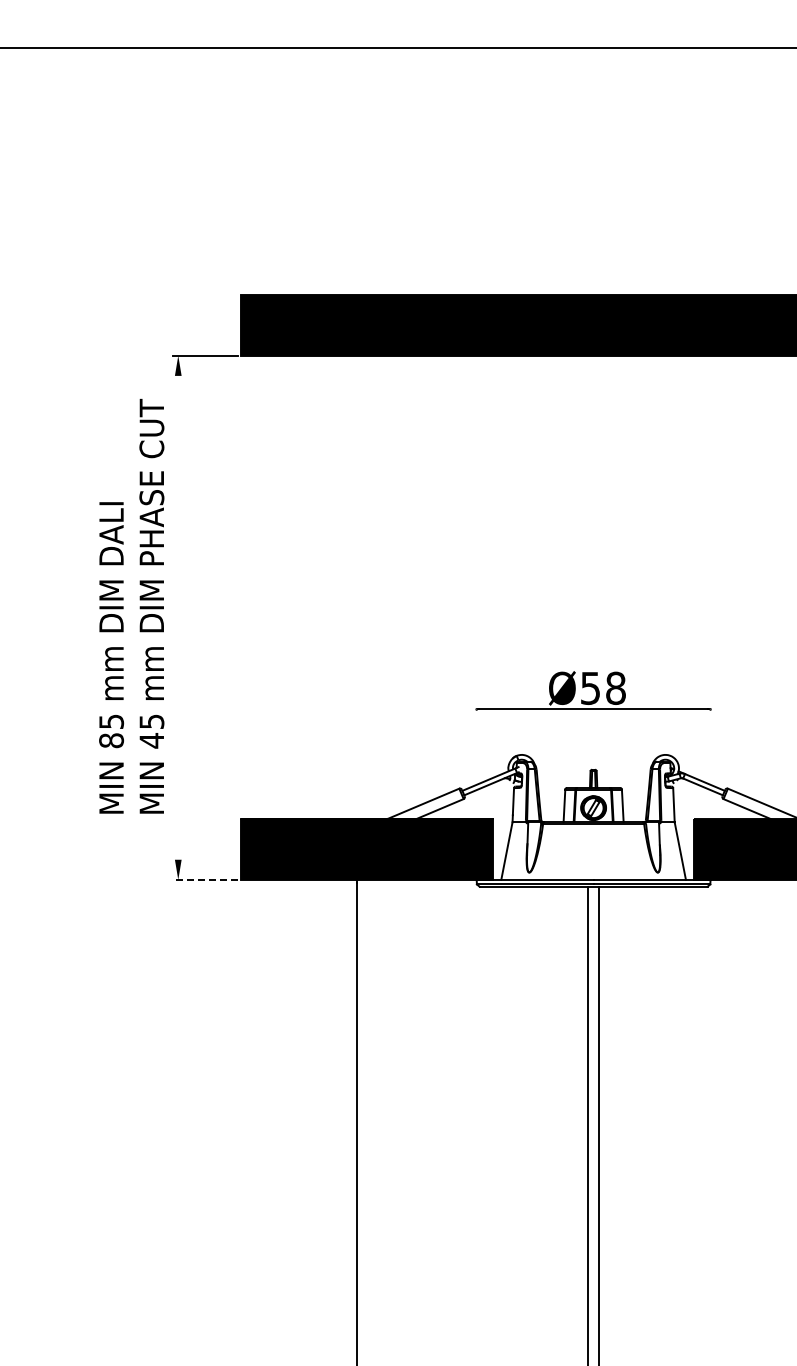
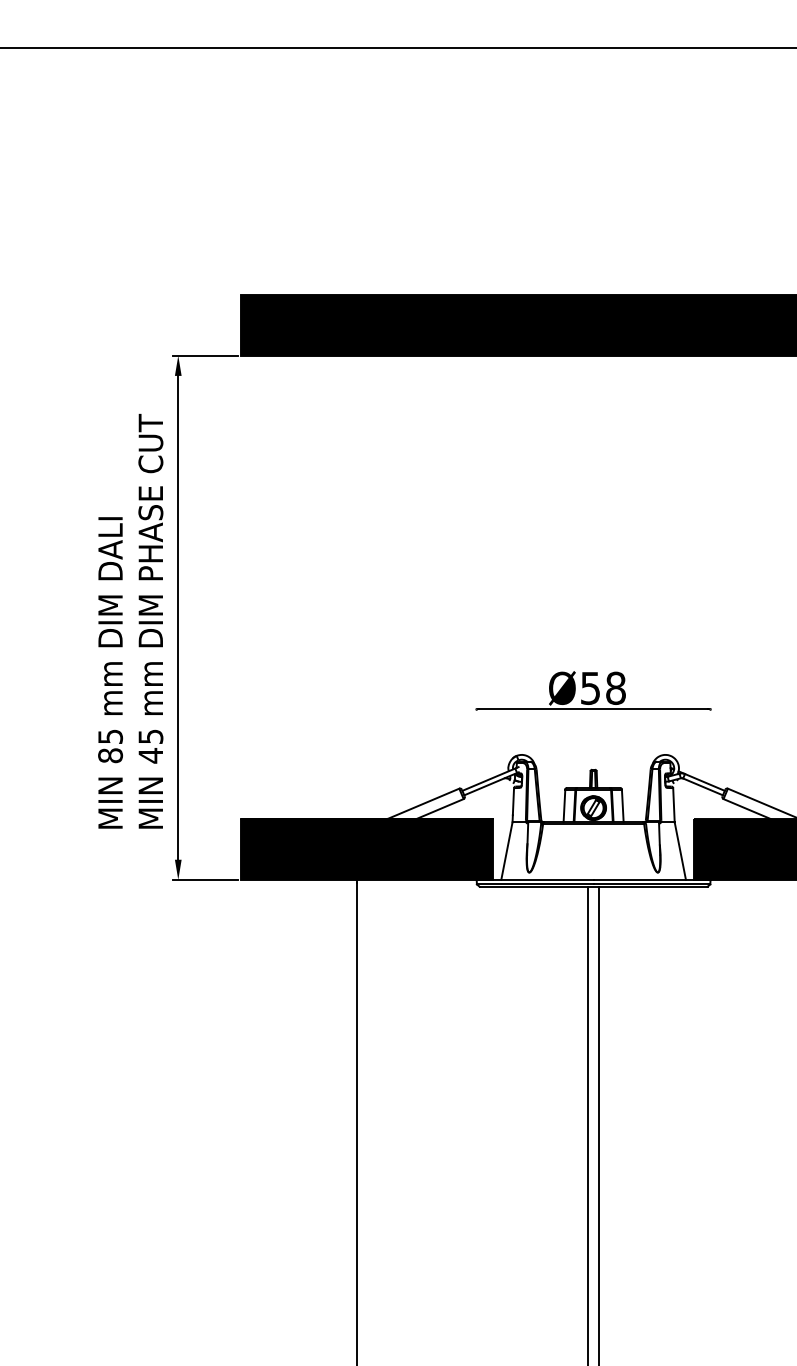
text at (131, 605) position: (131, 605) -> (130, 620)
line at (178, 617): none -> present
line at (205, 879): dashed -> solid
